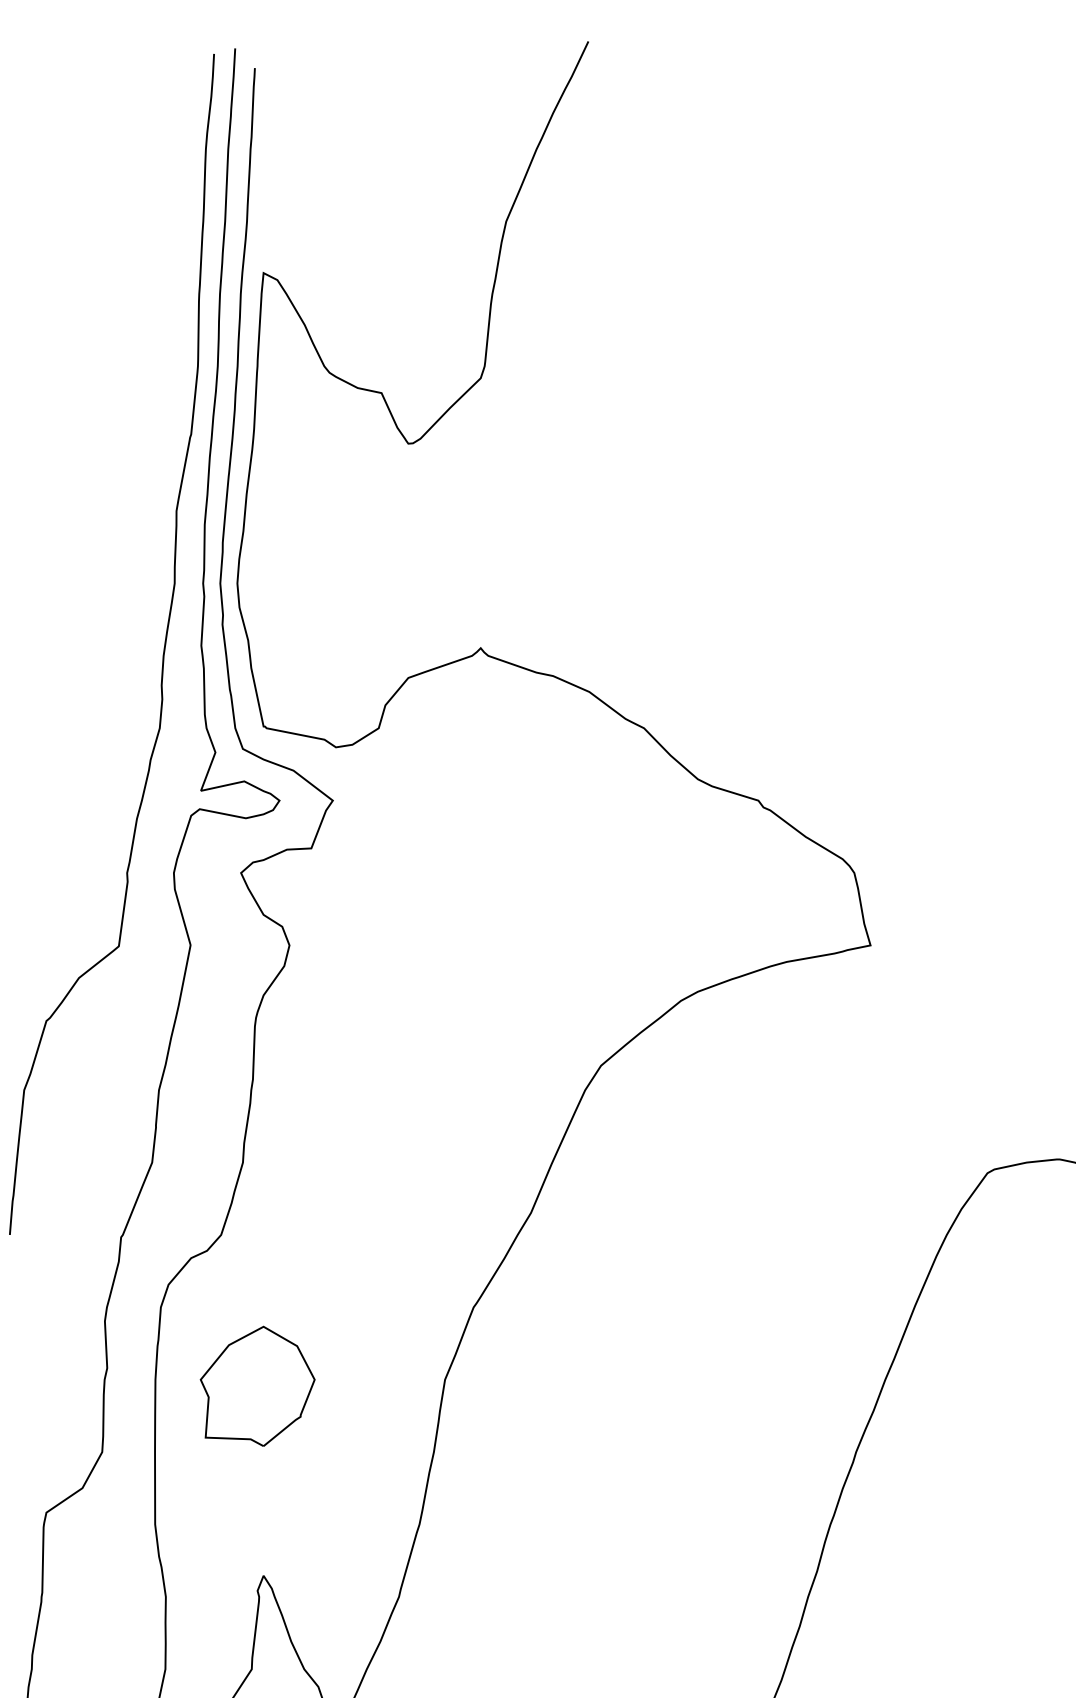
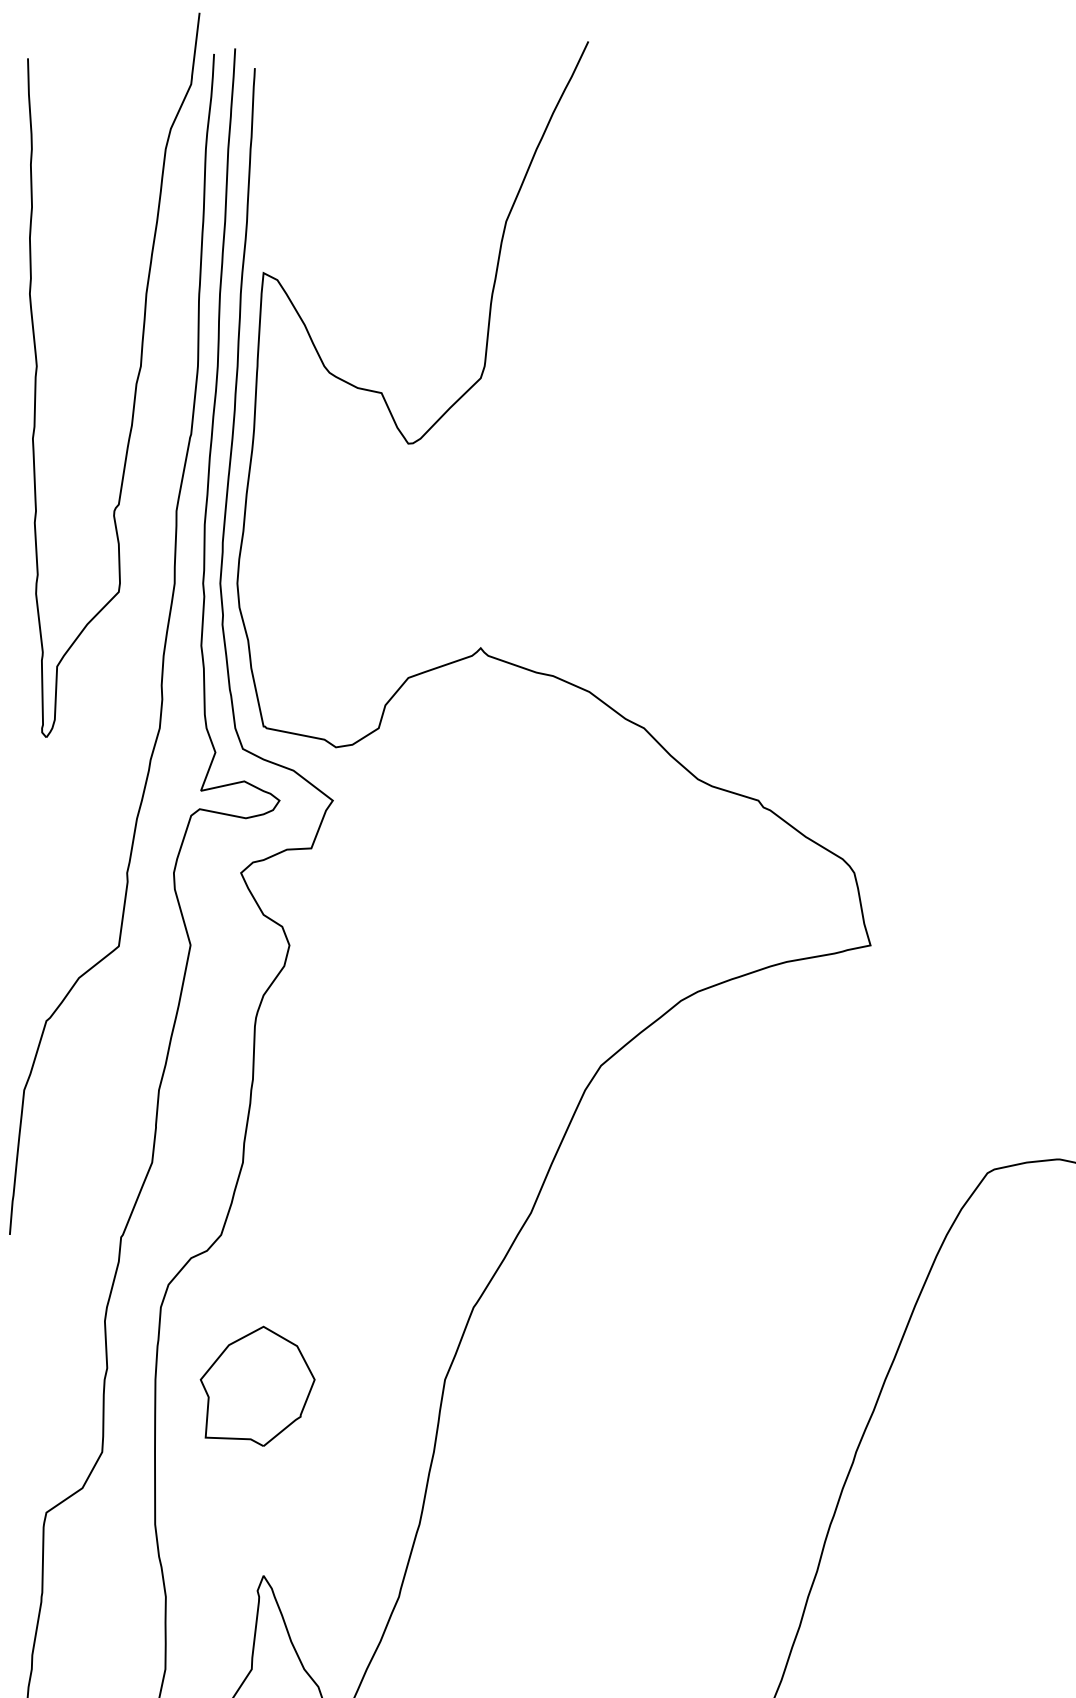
part at (136, 379): none -> present
